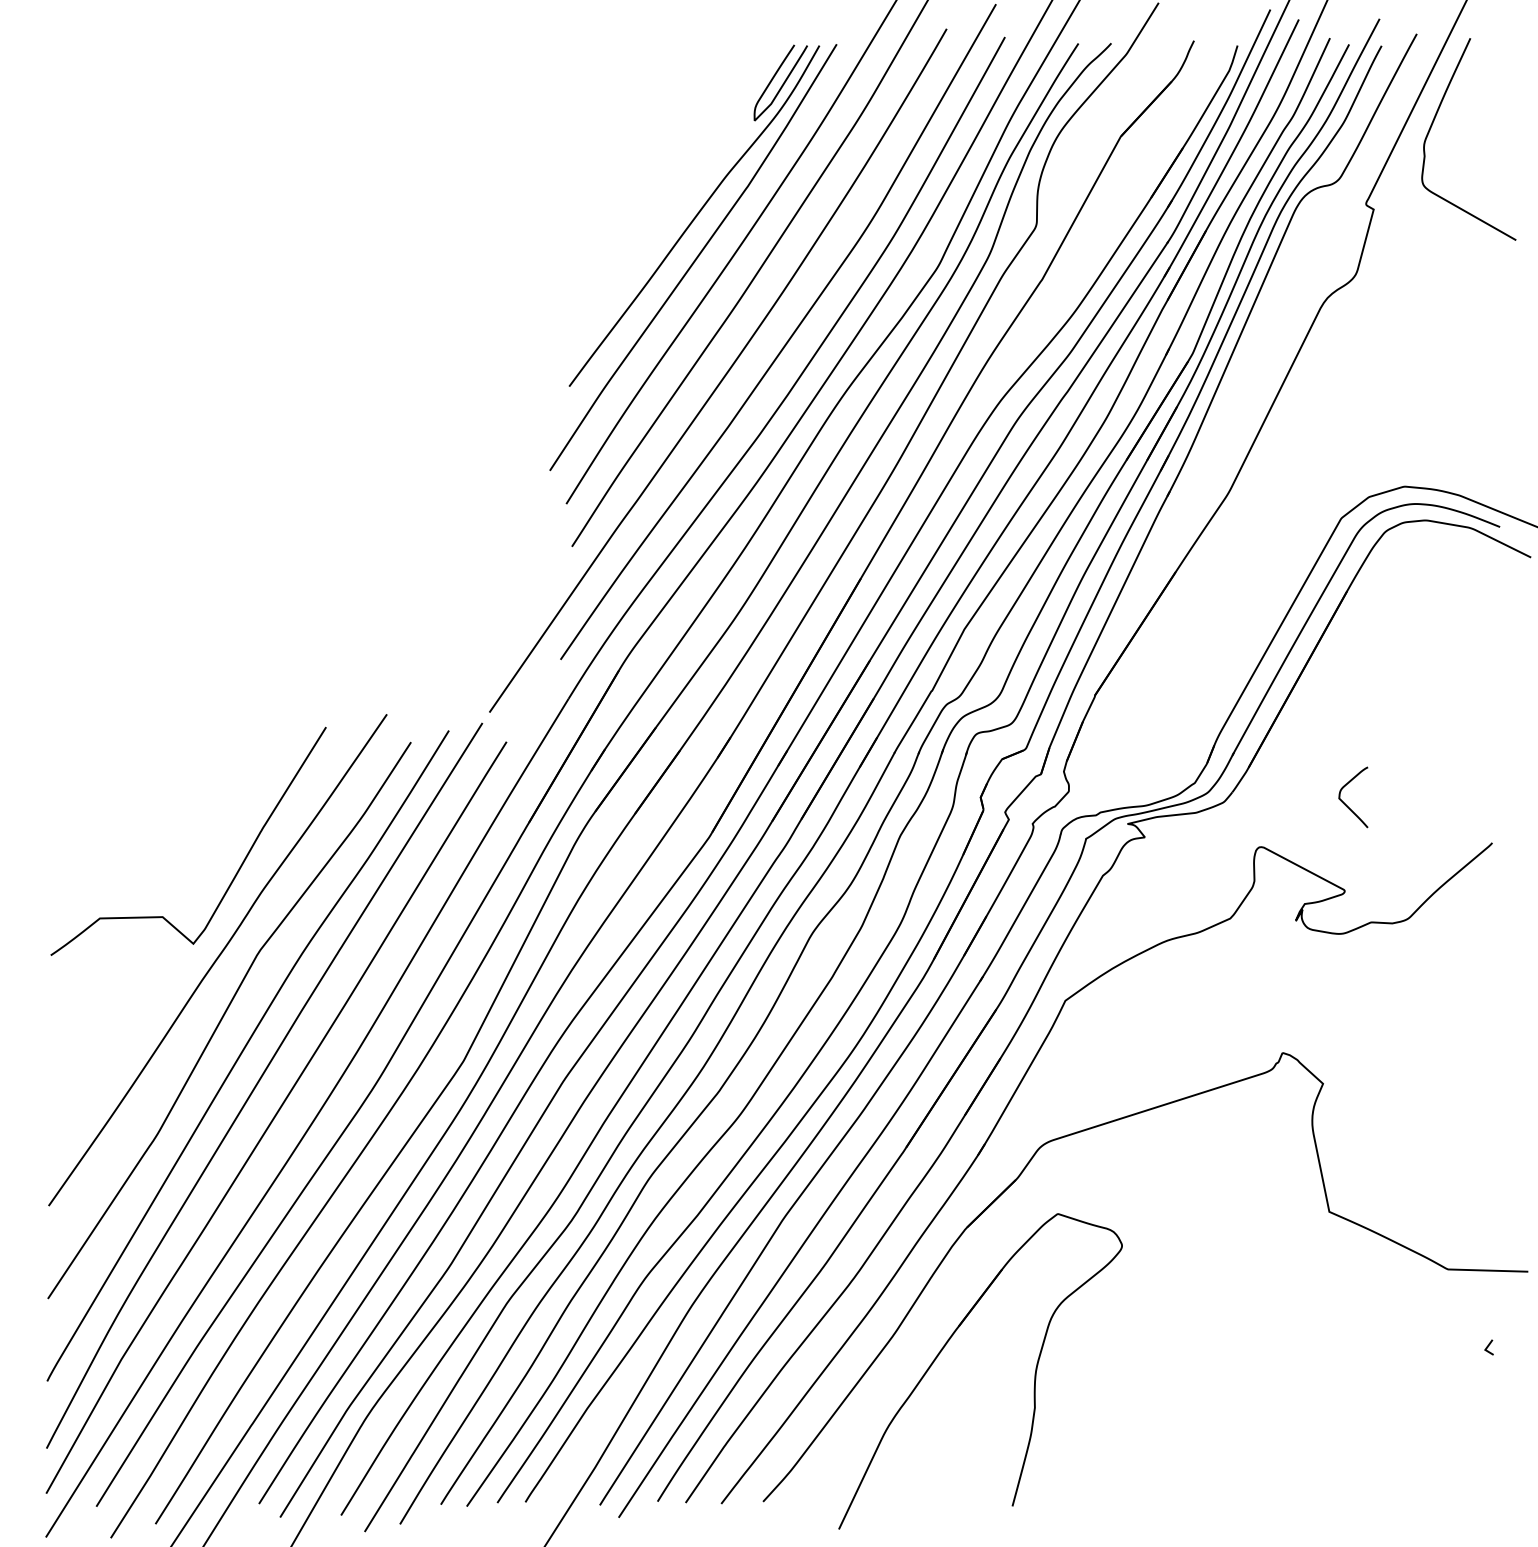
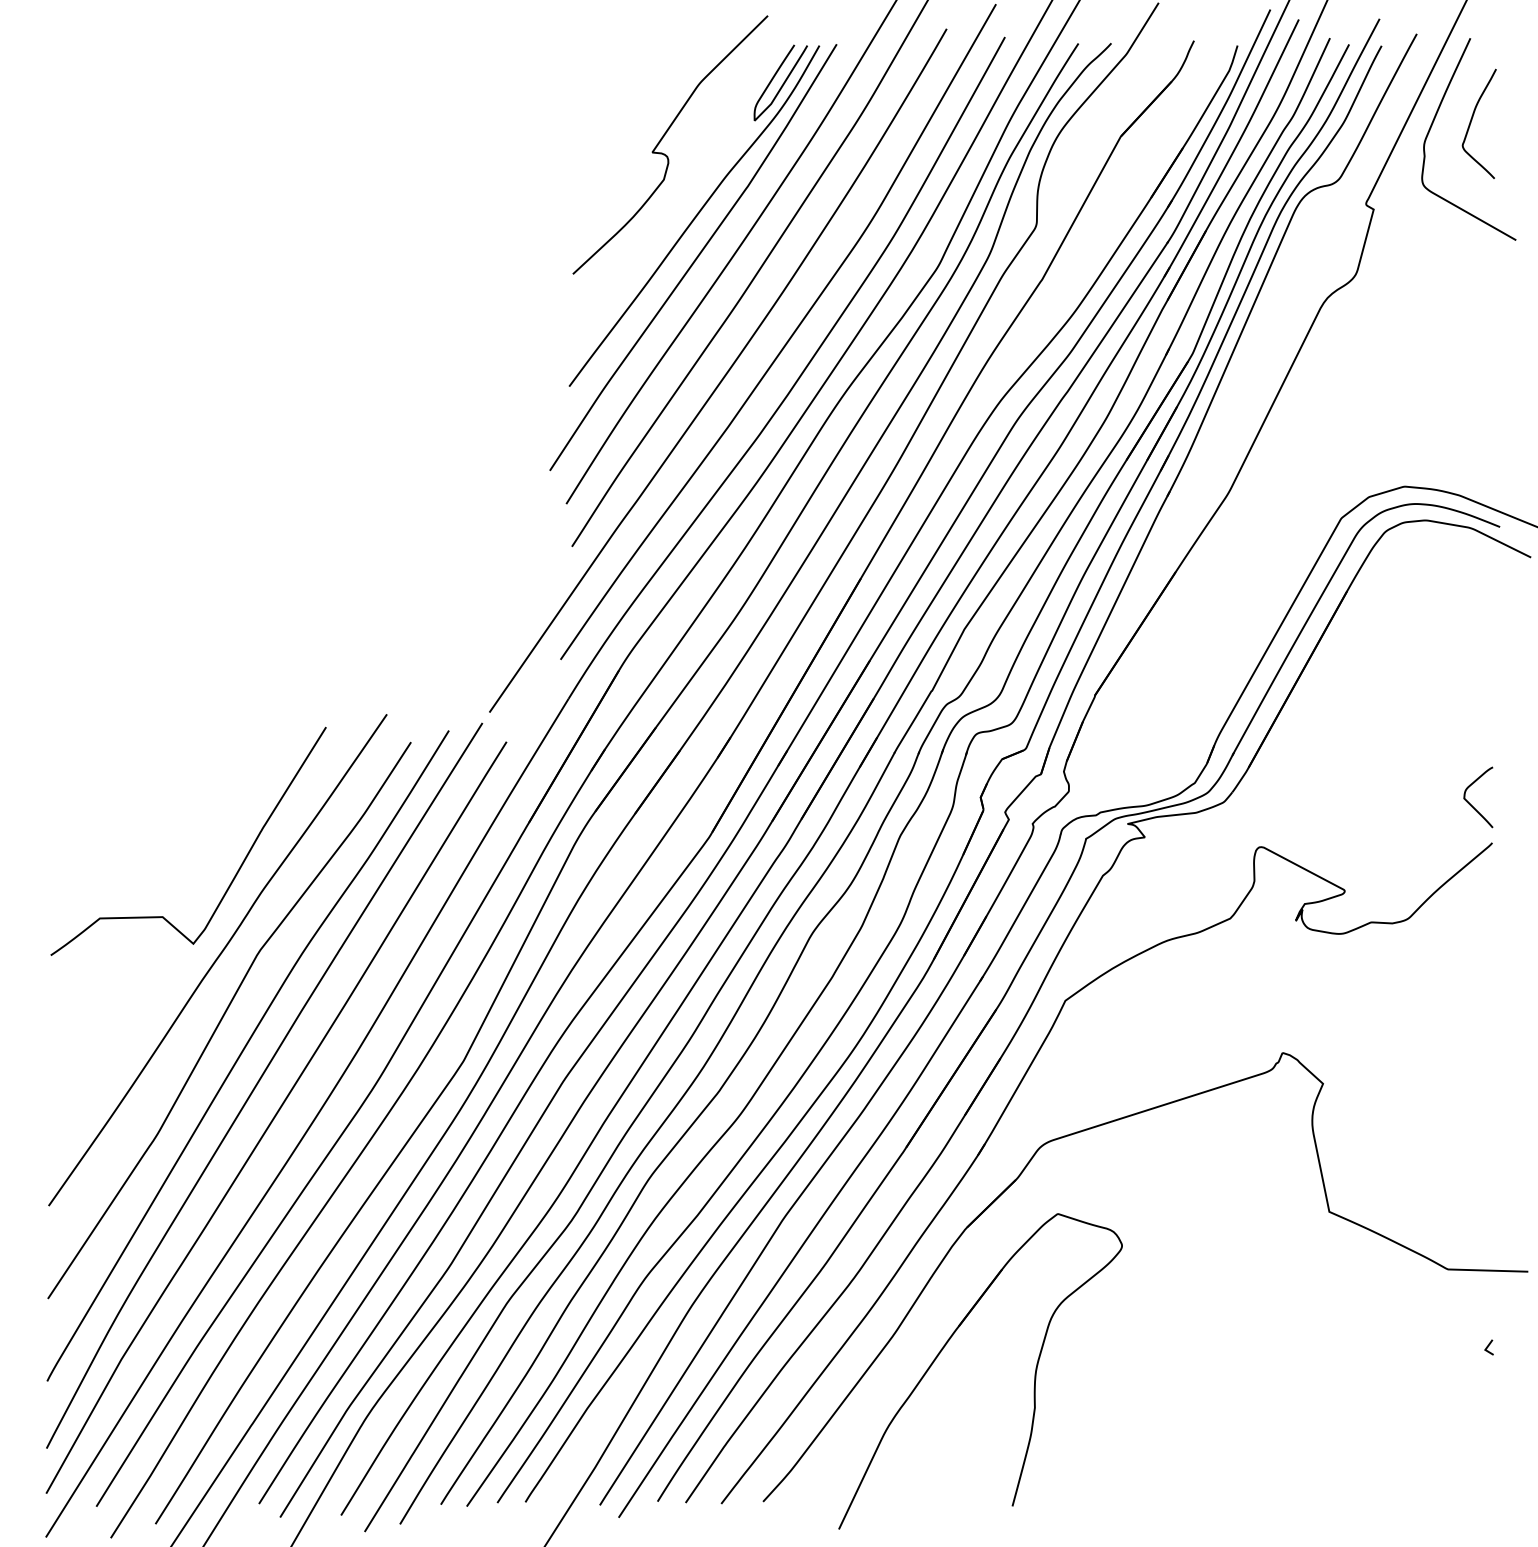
curve at (1472, 120): none -> present
curve at (663, 138): none -> present
curve at (1346, 804) position: (1346, 804) -> (1471, 804)
